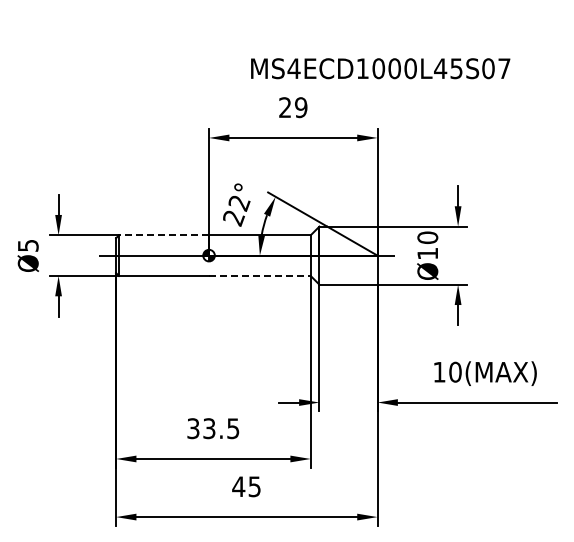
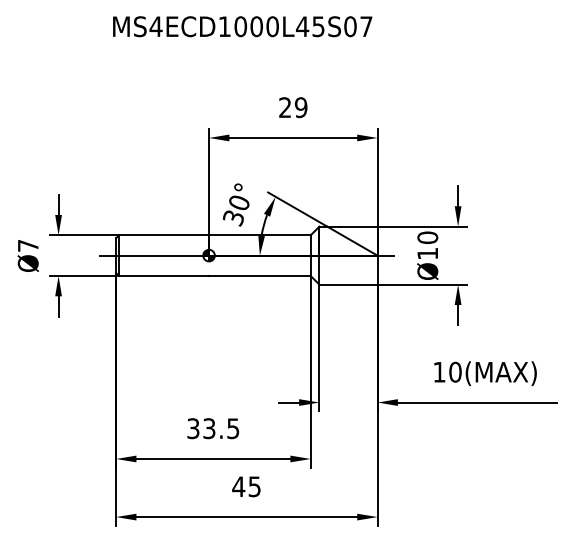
text at (380, 68) position: (380, 68) -> (242, 26)
text at (236, 210): 22° -> 30°
line at (163, 235): dashed -> solid
text at (28, 245): Ø5 -> Ø7
line at (259, 275): dashed -> solid
